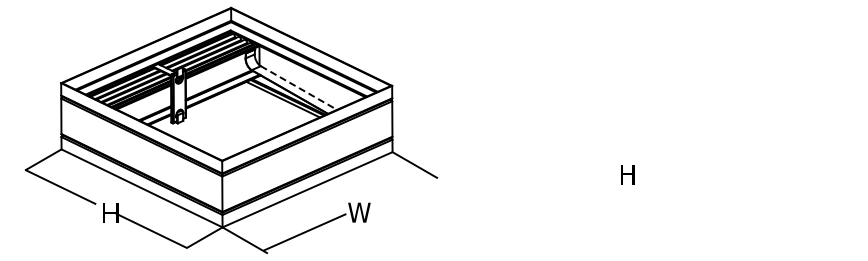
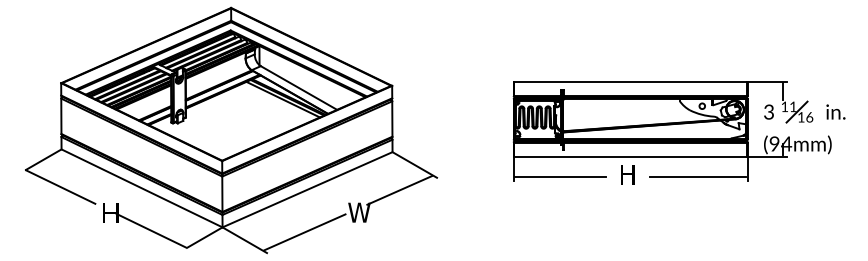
line at (298, 88): dashed -> solid
part at (678, 131): none -> present
line at (399, 190): none -> present
